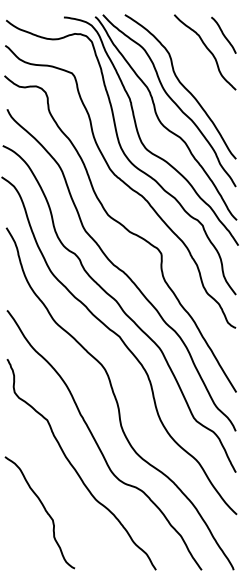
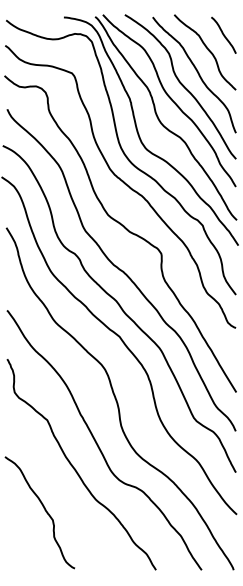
curve at (197, 73): none -> present
